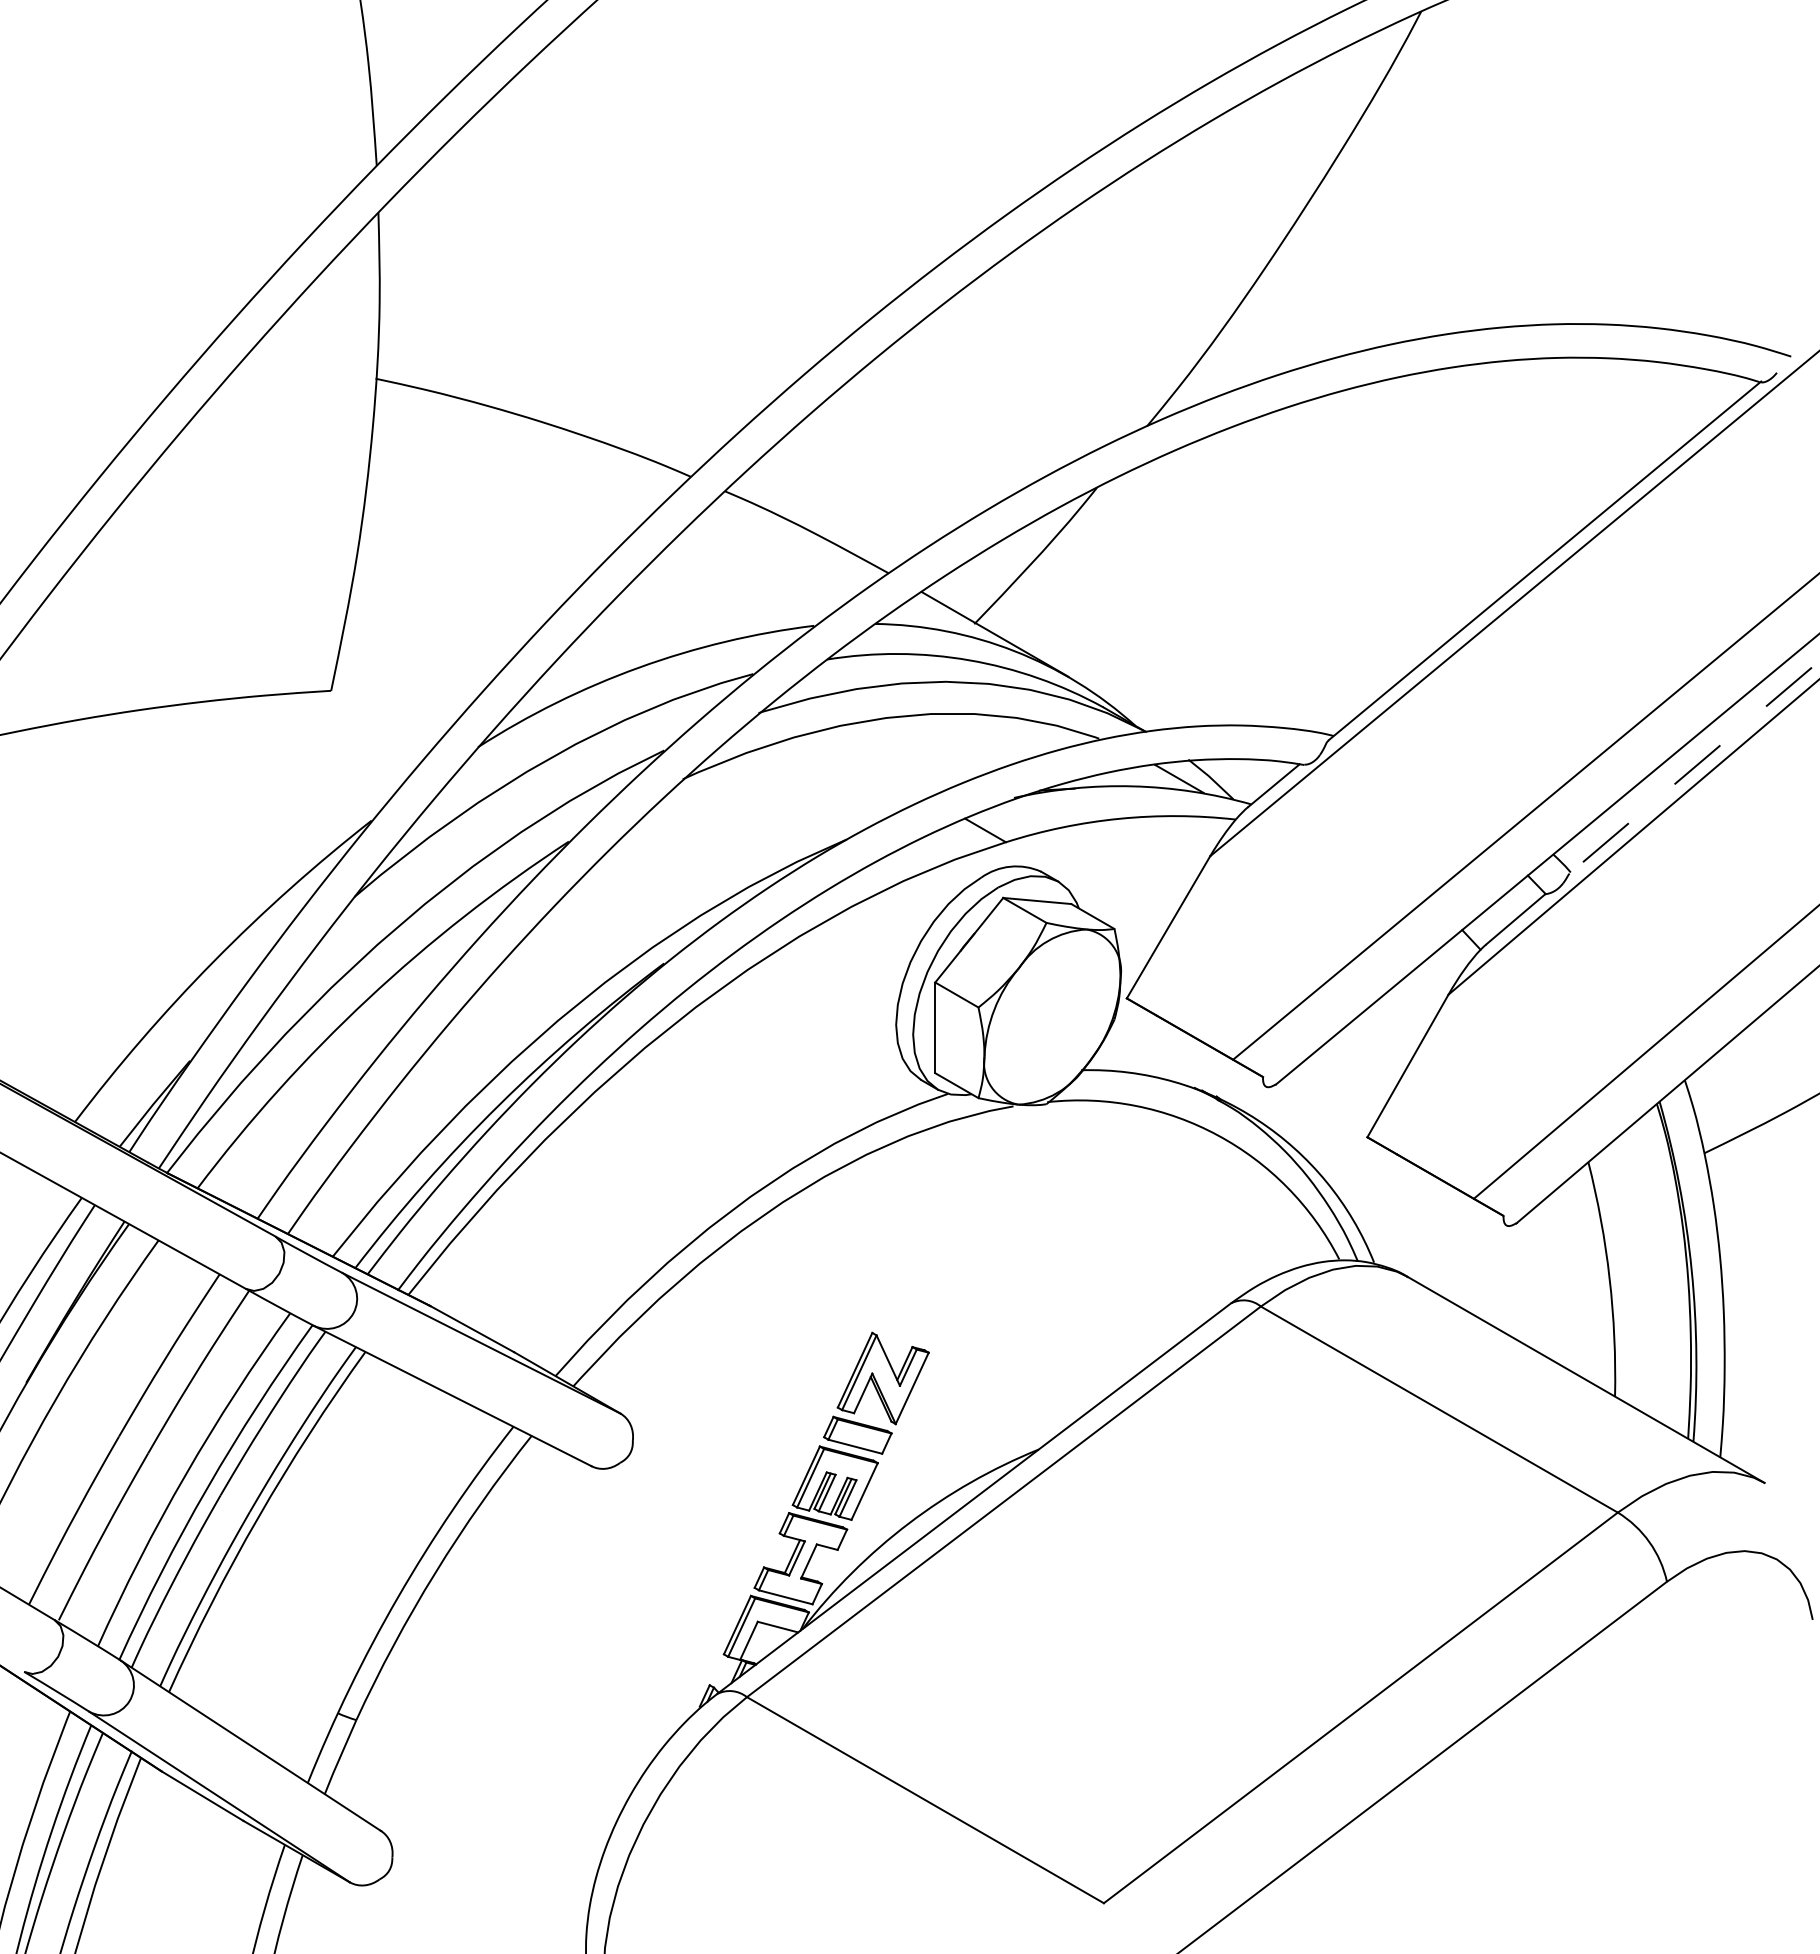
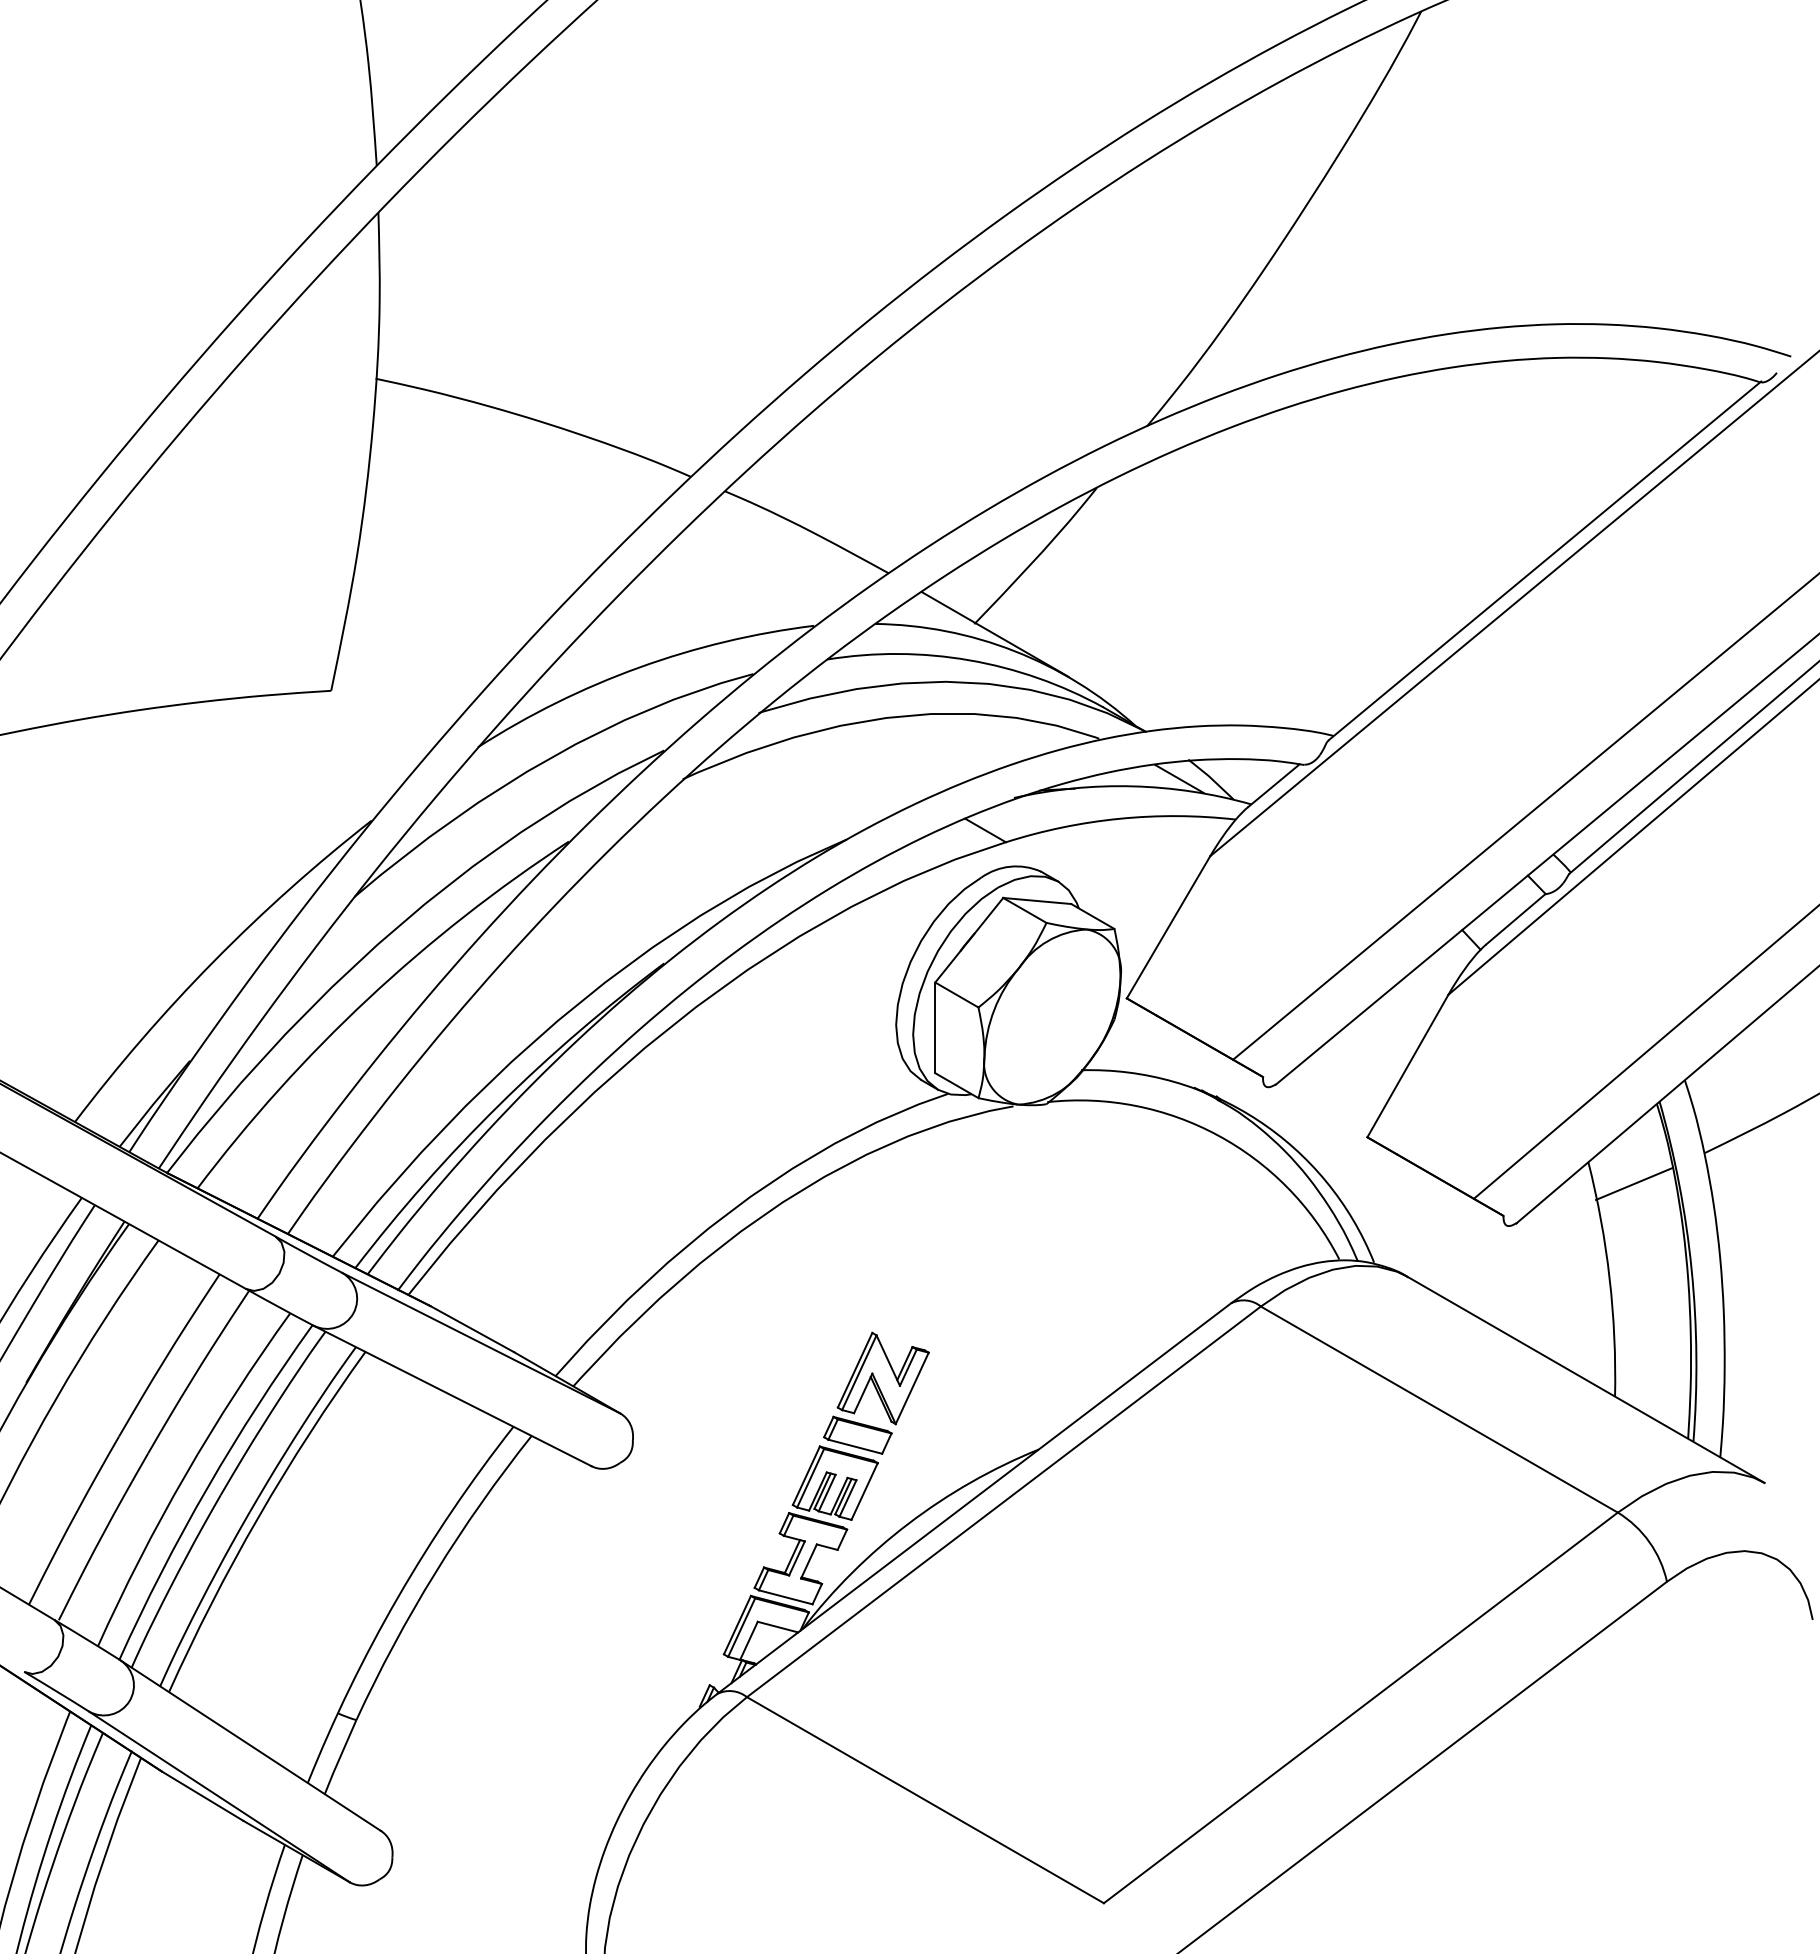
line at (1694, 767): dashed -> solid
line at (1634, 1183): none -> present
